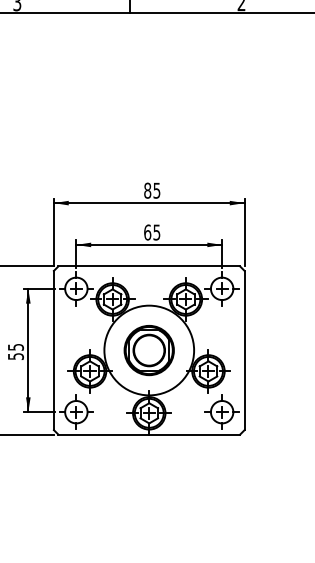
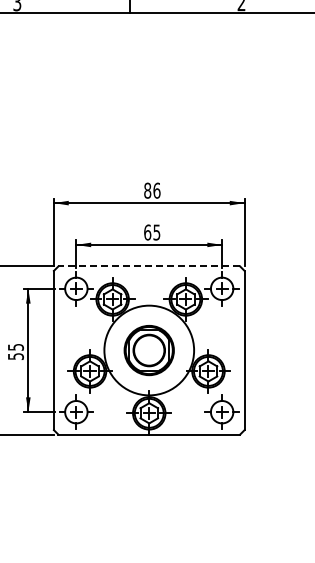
text at (156, 190): 85 -> 86
line at (149, 266): solid -> dashed
